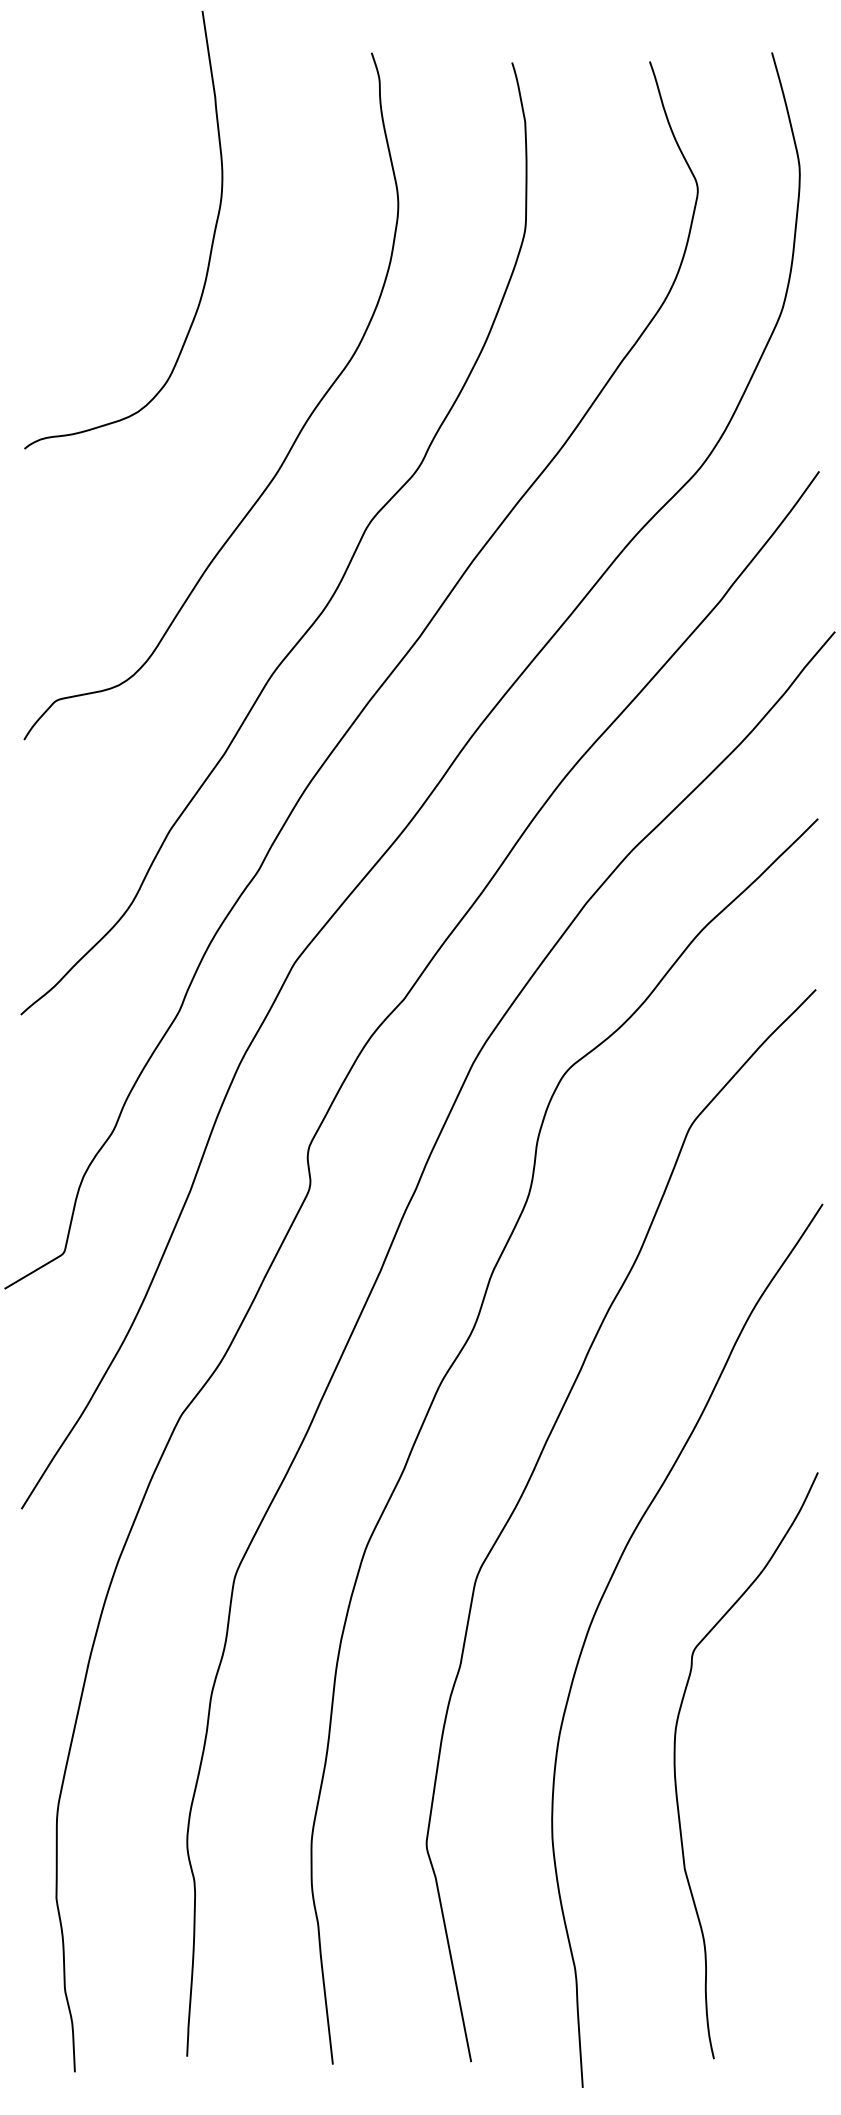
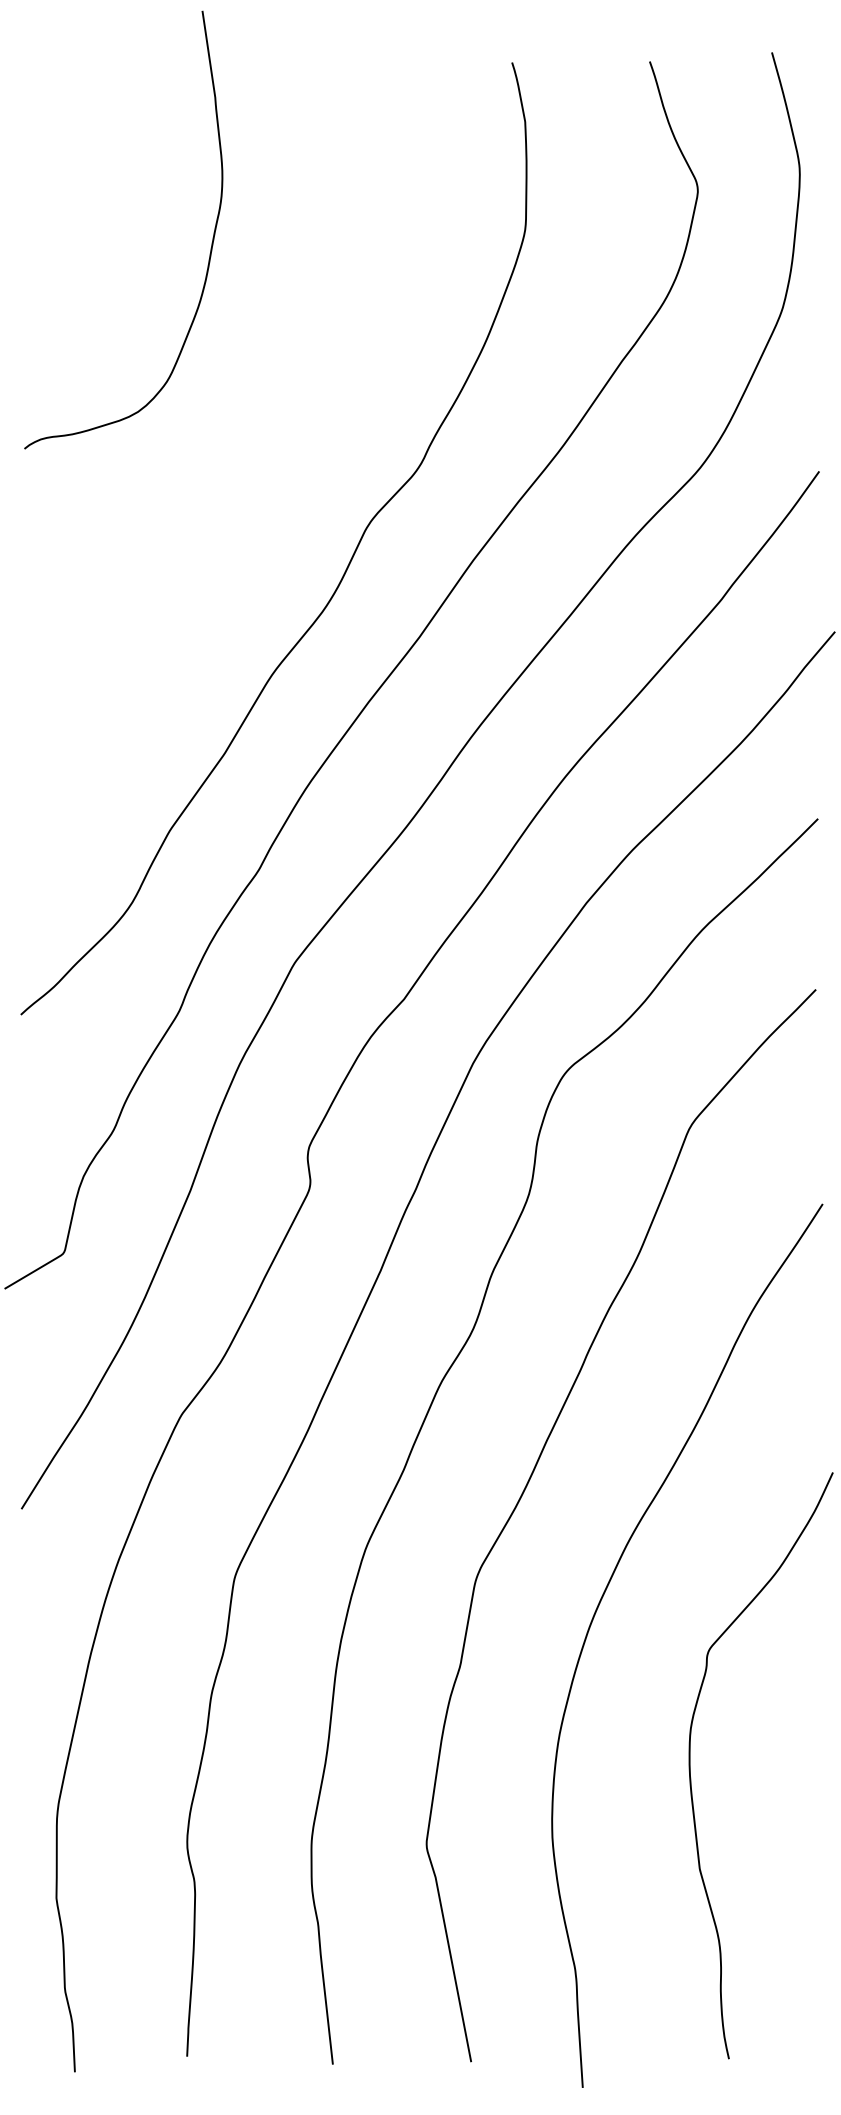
curve at (292, 443): present -> none
curve at (675, 1765) position: (675, 1765) -> (690, 1765)
